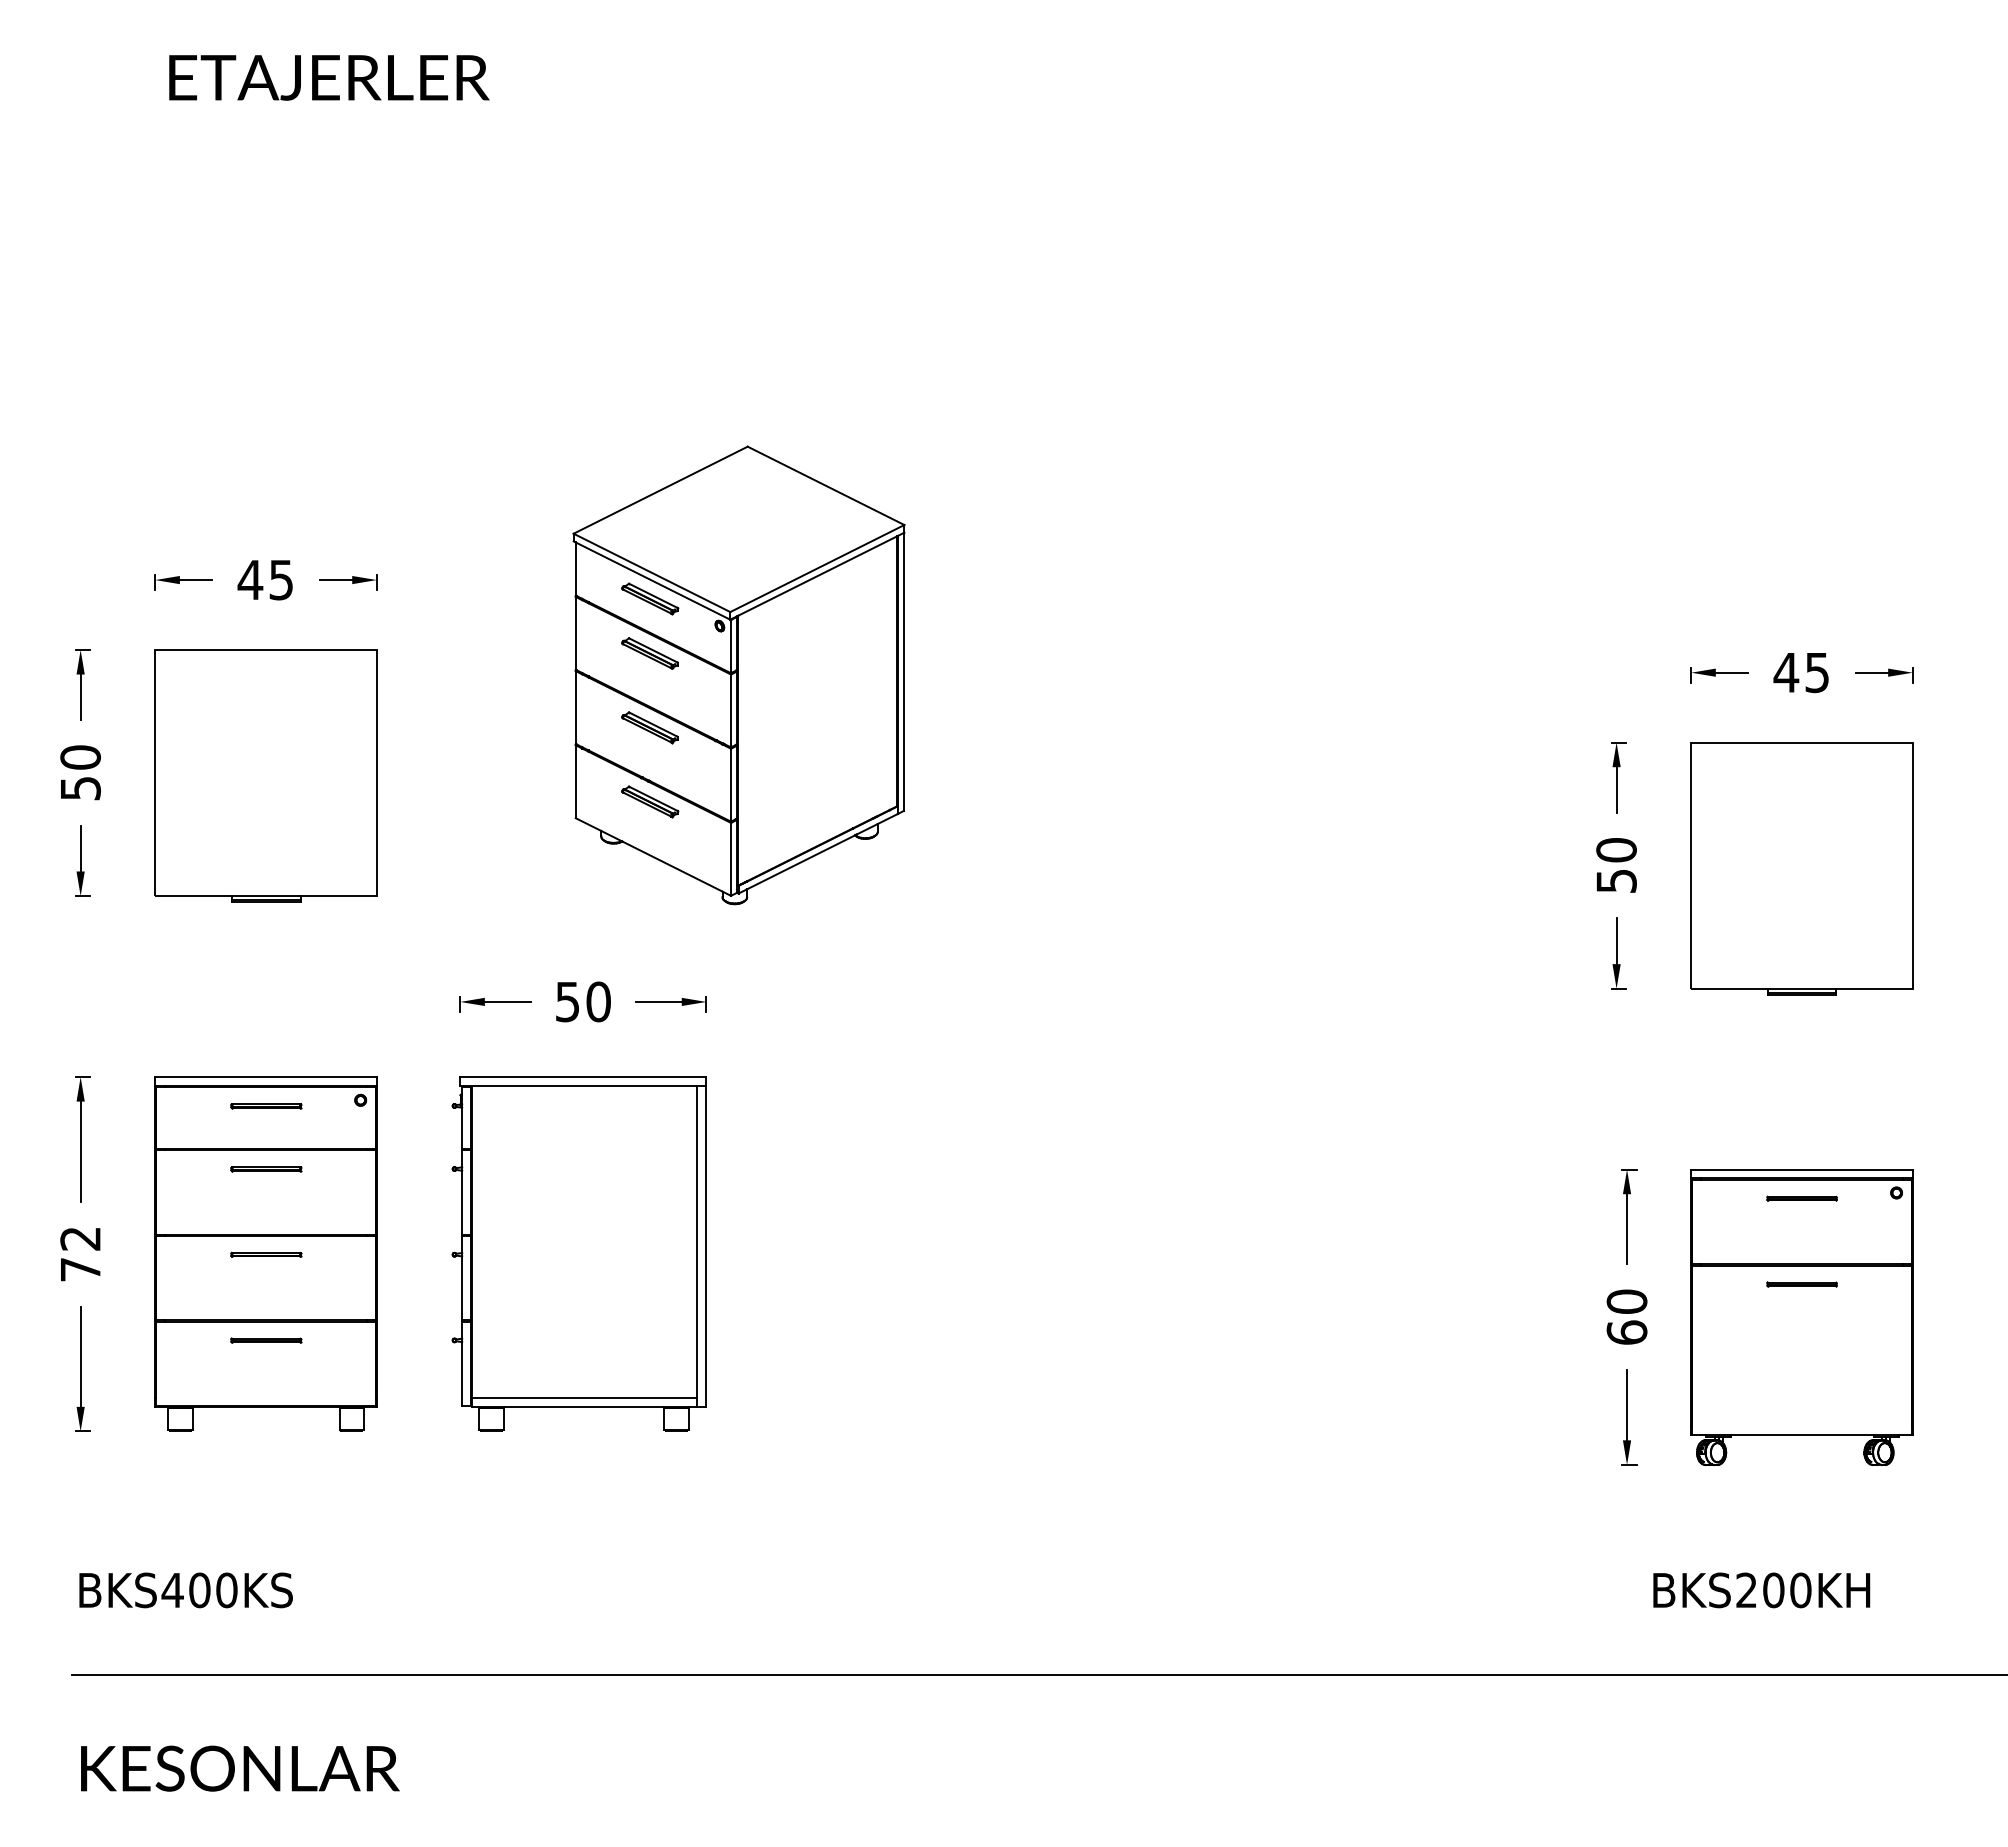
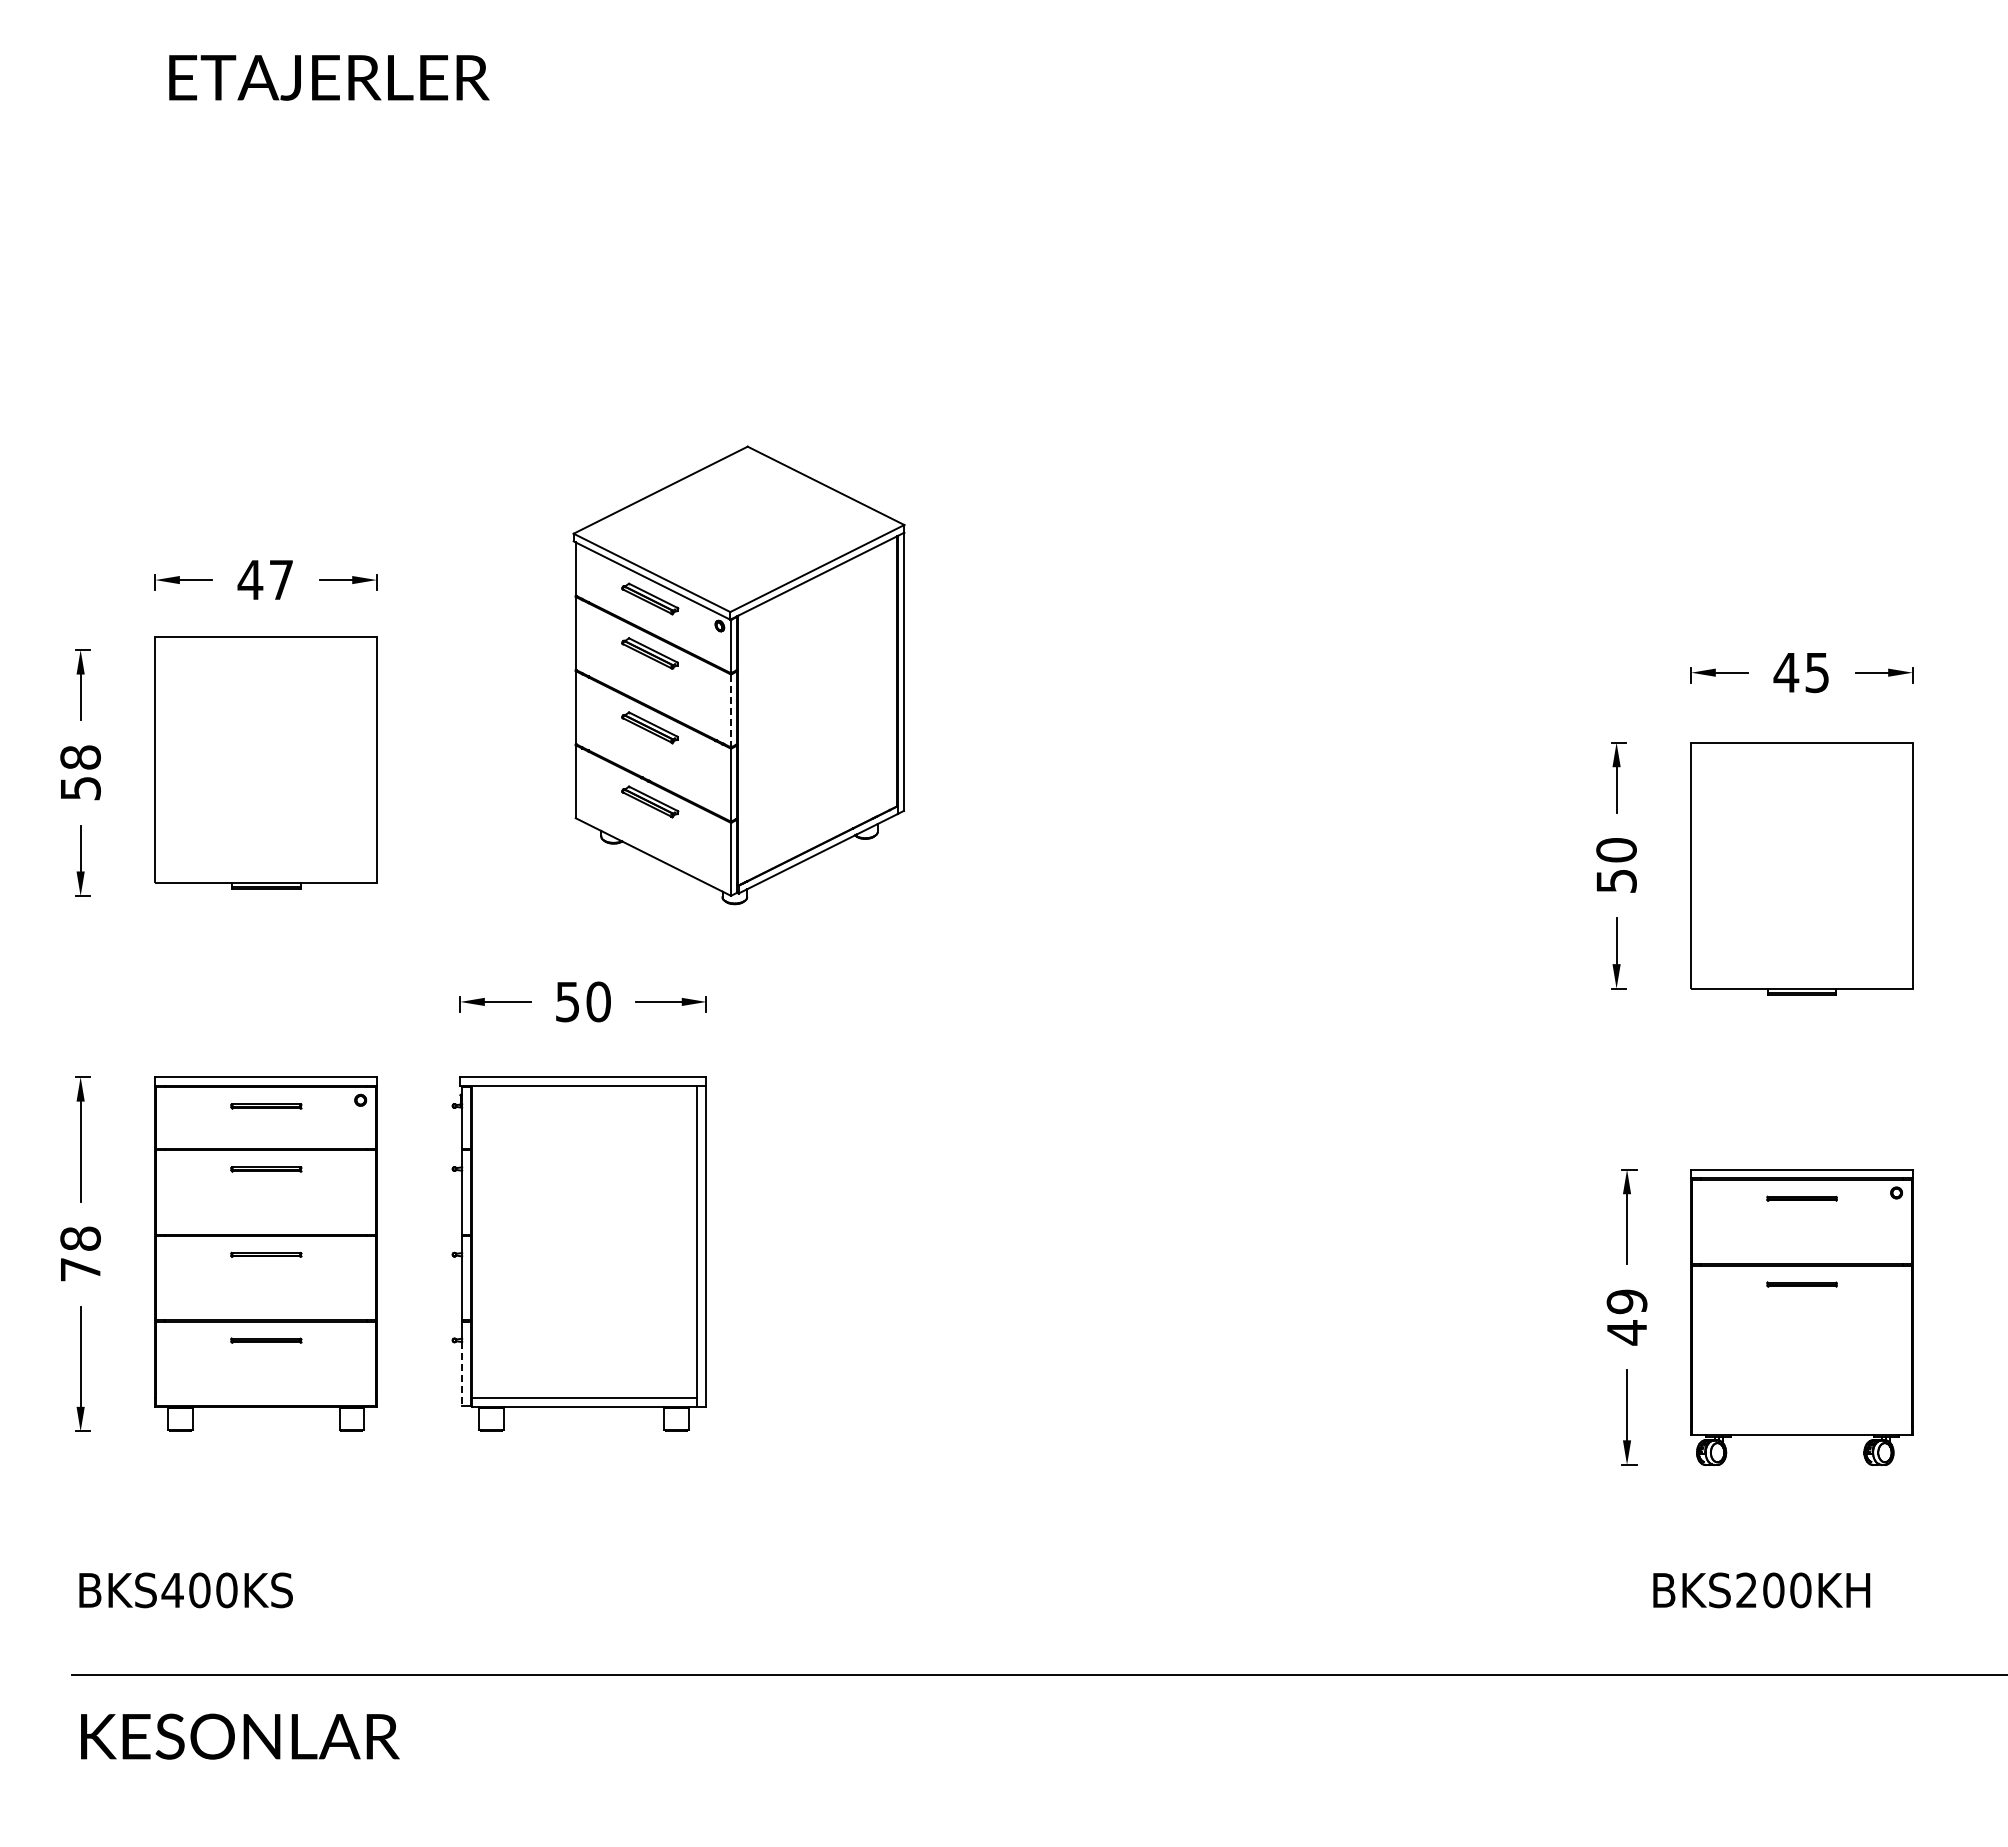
text at (280, 580): 45 -> 47
line at (731, 711): solid -> dashed
text at (80, 757): 50 -> 58
part at (265, 775) position: (265, 775) -> (265, 762)
text at (80, 1238): 72 -> 78
text at (1626, 1317): 60 -> 49
line at (462, 1374): solid -> dashed
text at (240, 1768) position: (240, 1768) -> (240, 1736)
